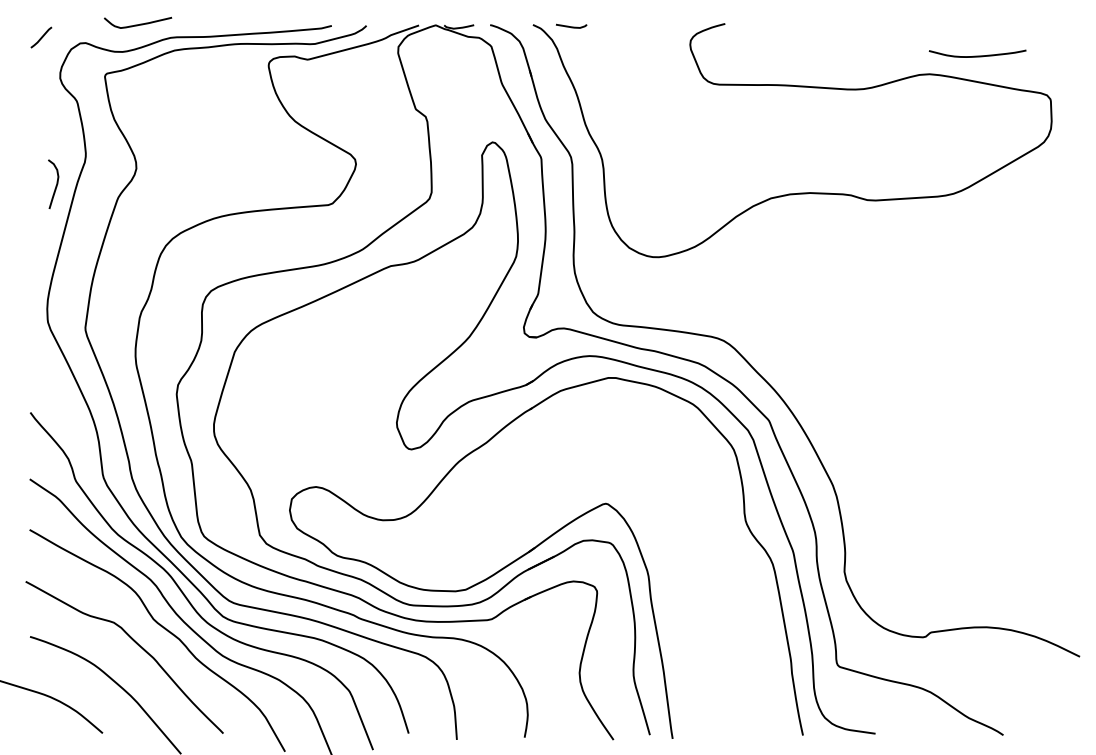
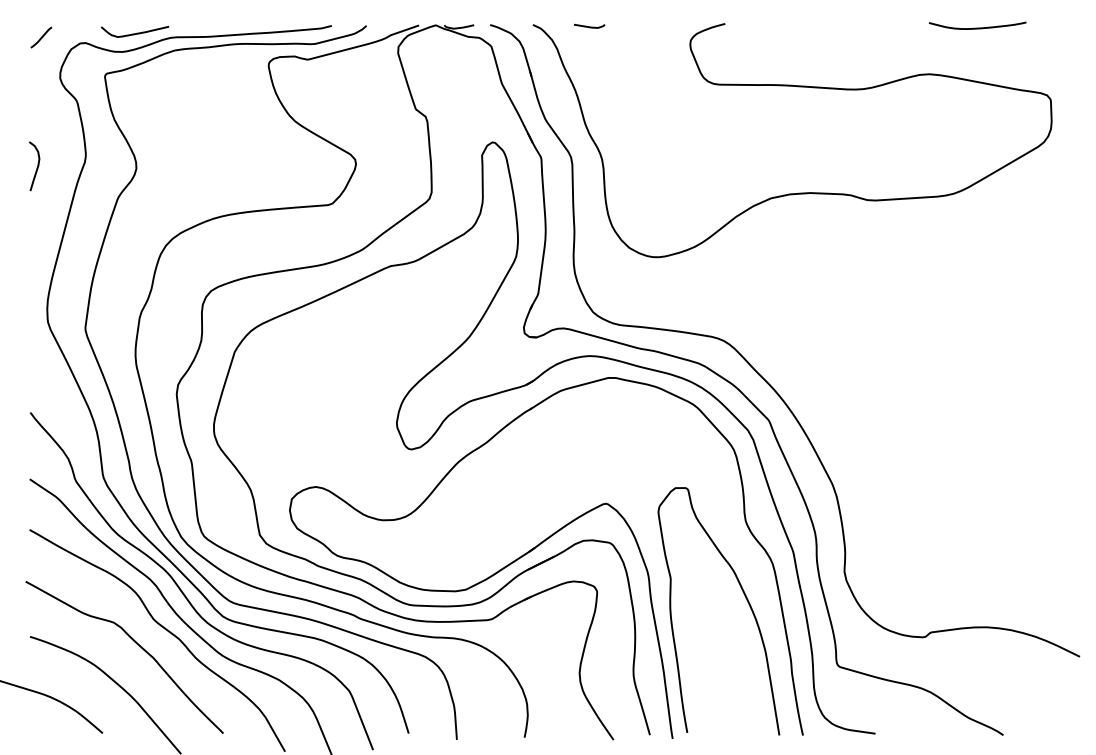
curve at (138, 24) position: (138, 24) -> (135, 33)
curve at (571, 26) position: (571, 26) -> (589, 26)
curve at (977, 55) position: (977, 55) -> (977, 27)
curve at (55, 185) position: (55, 185) -> (36, 167)
curve at (745, 598): none -> present
